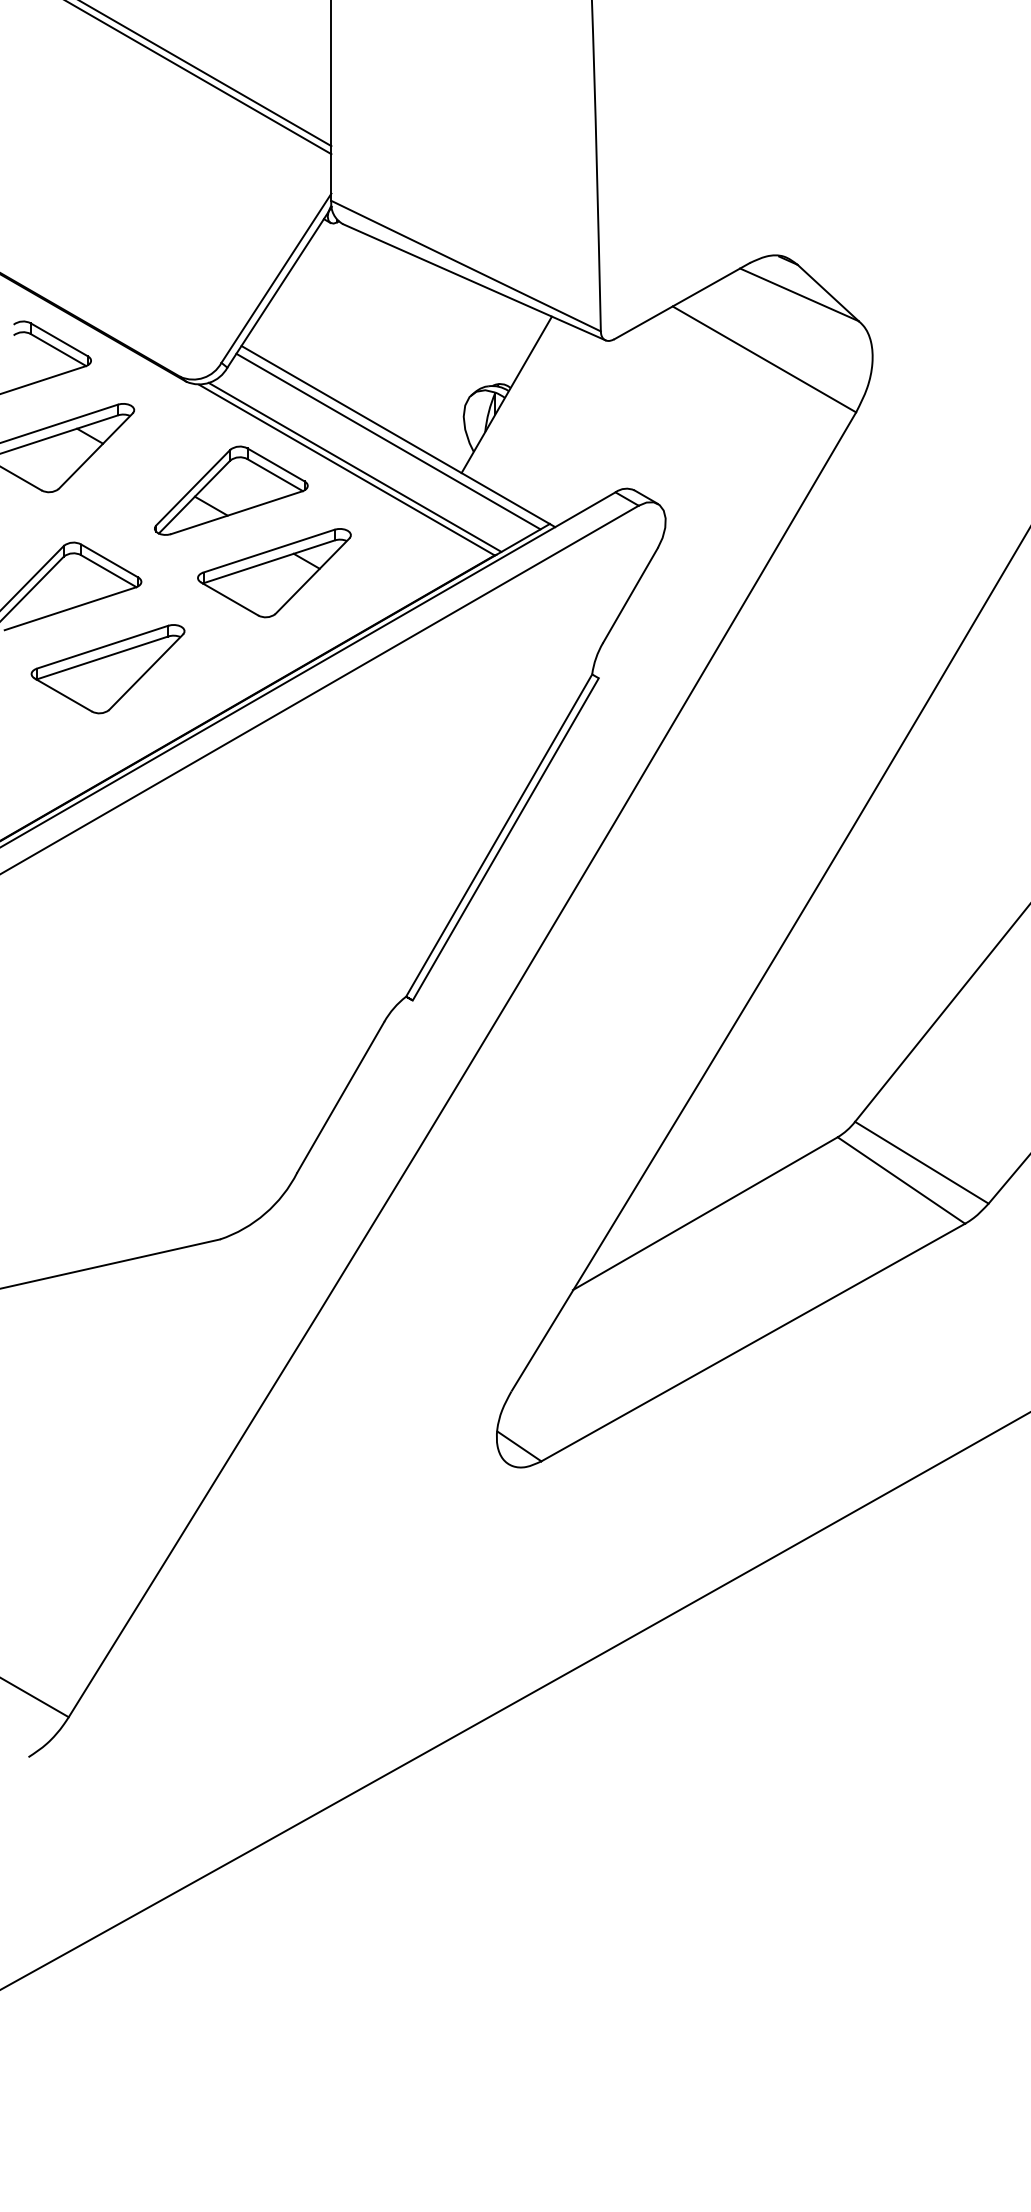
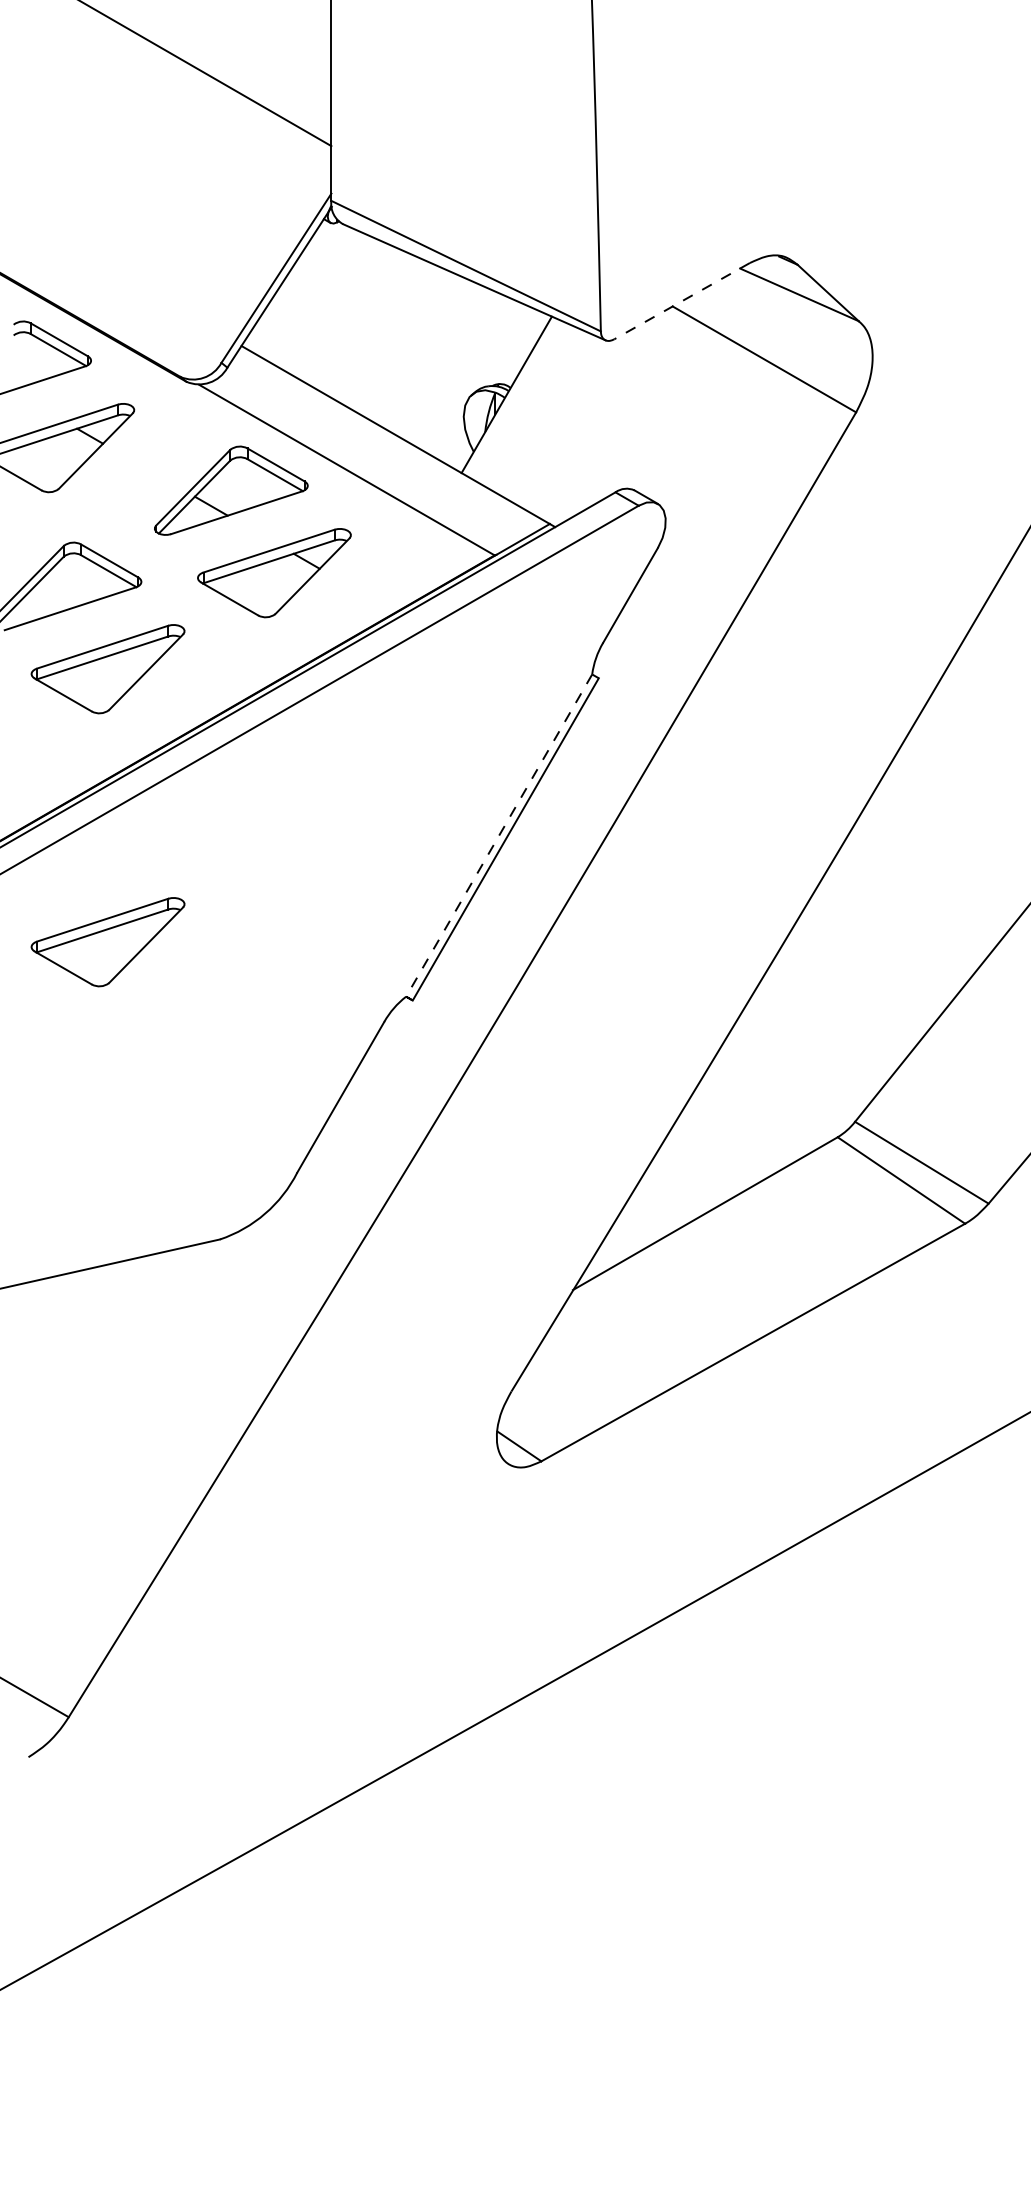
line at (199, 78): present -> none
line at (682, 301): solid -> dashed
line at (388, 441): present -> none
line at (354, 466): present -> none
line at (498, 836): solid -> dashed
part at (107, 942): none -> present
